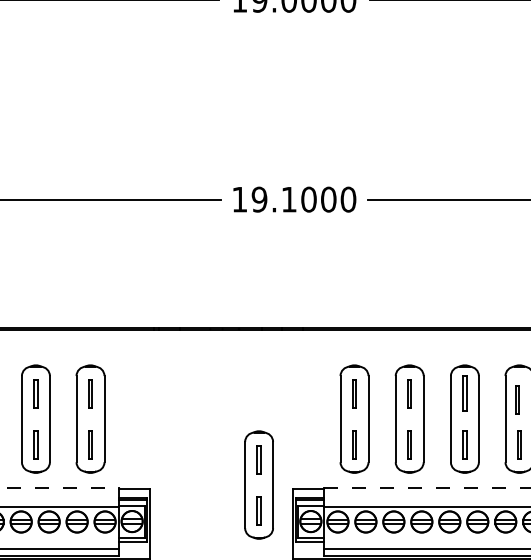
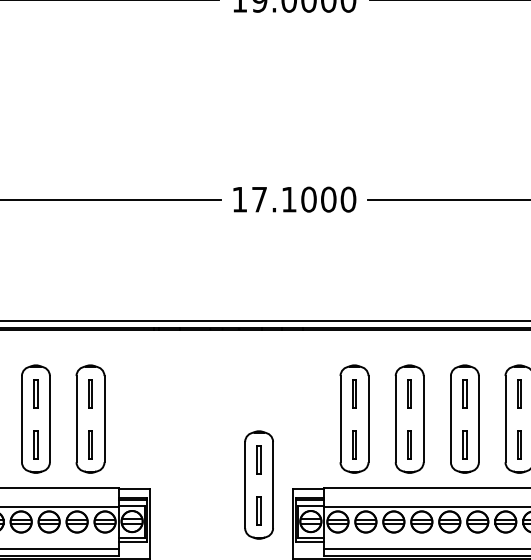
text at (259, 199): 19.1000 -> 17.1000
line at (264, 321): none -> present
part at (464, 393) size: 6x37 px -> 6x30 px
line at (516, 399) position: (516, 399) -> (518, 393)
line at (60, 488): dashed -> solid
line at (427, 488): dashed -> solid
